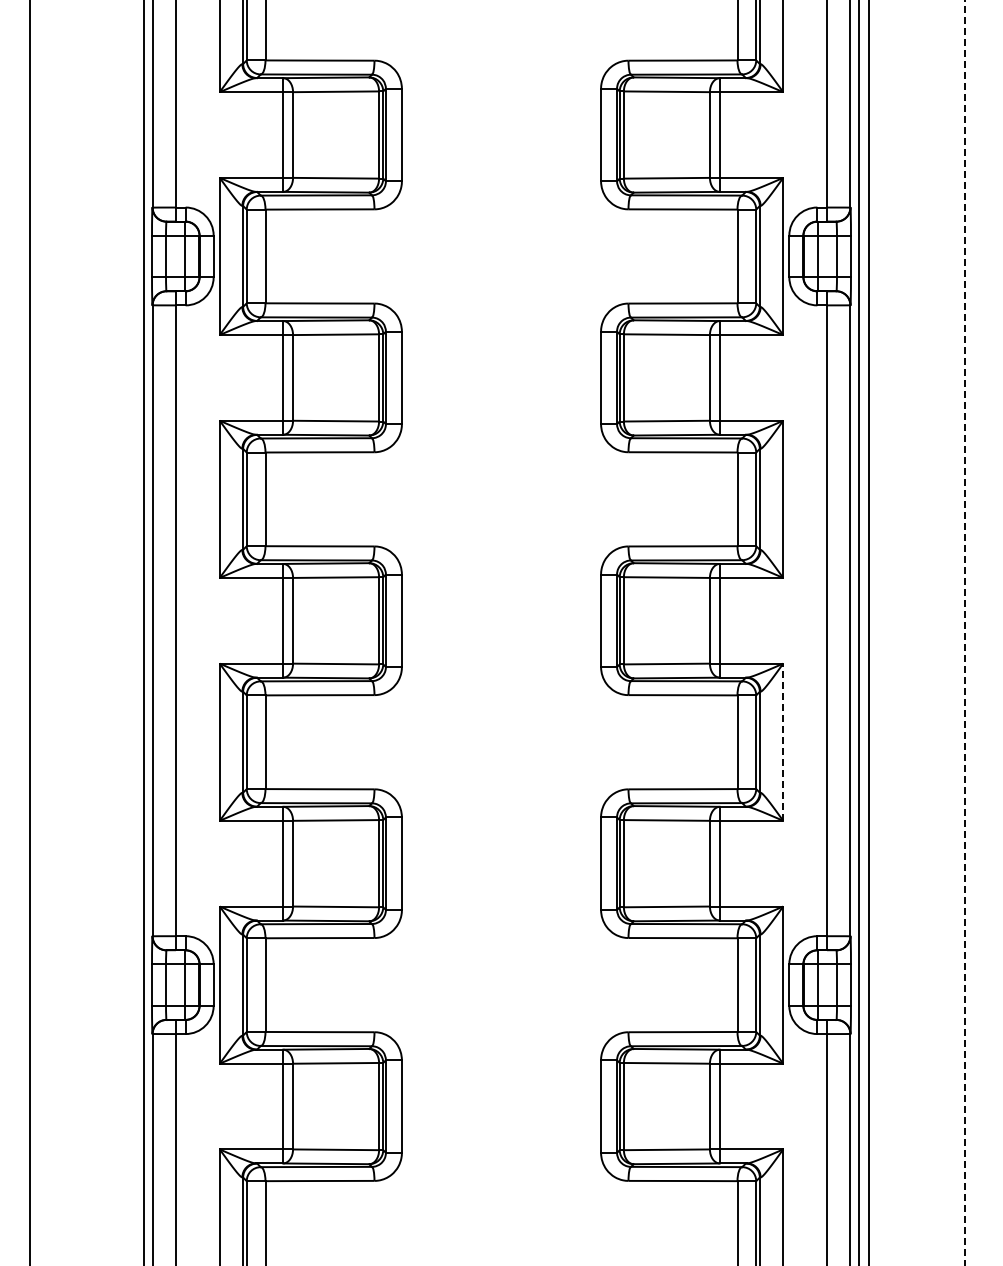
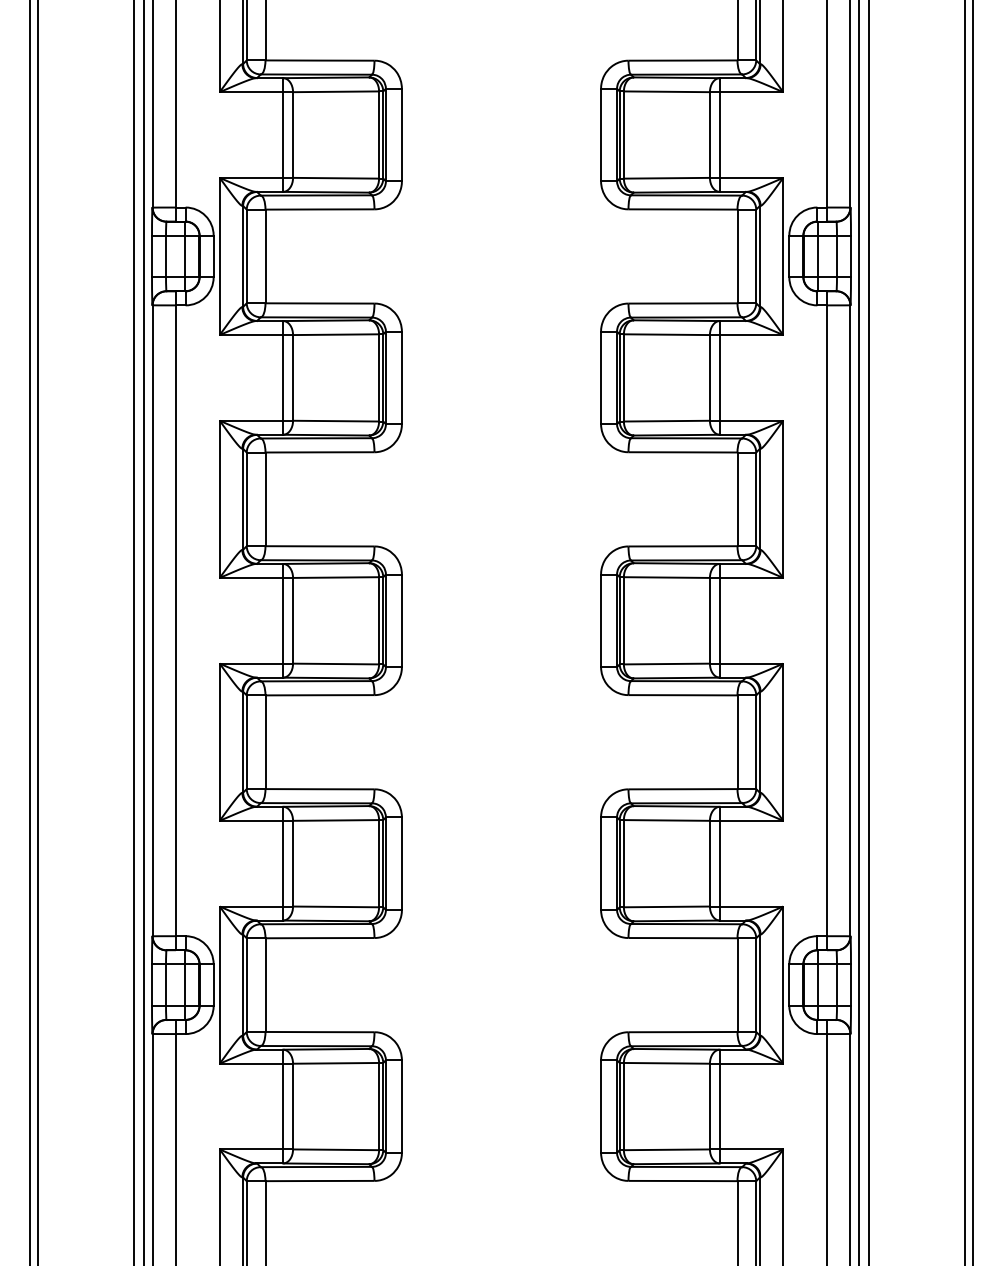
line at (37, 632): none -> present
line at (133, 632): none -> present
line at (972, 632): none -> present
line at (965, 633): dashed -> solid
line at (783, 742): dashed -> solid
